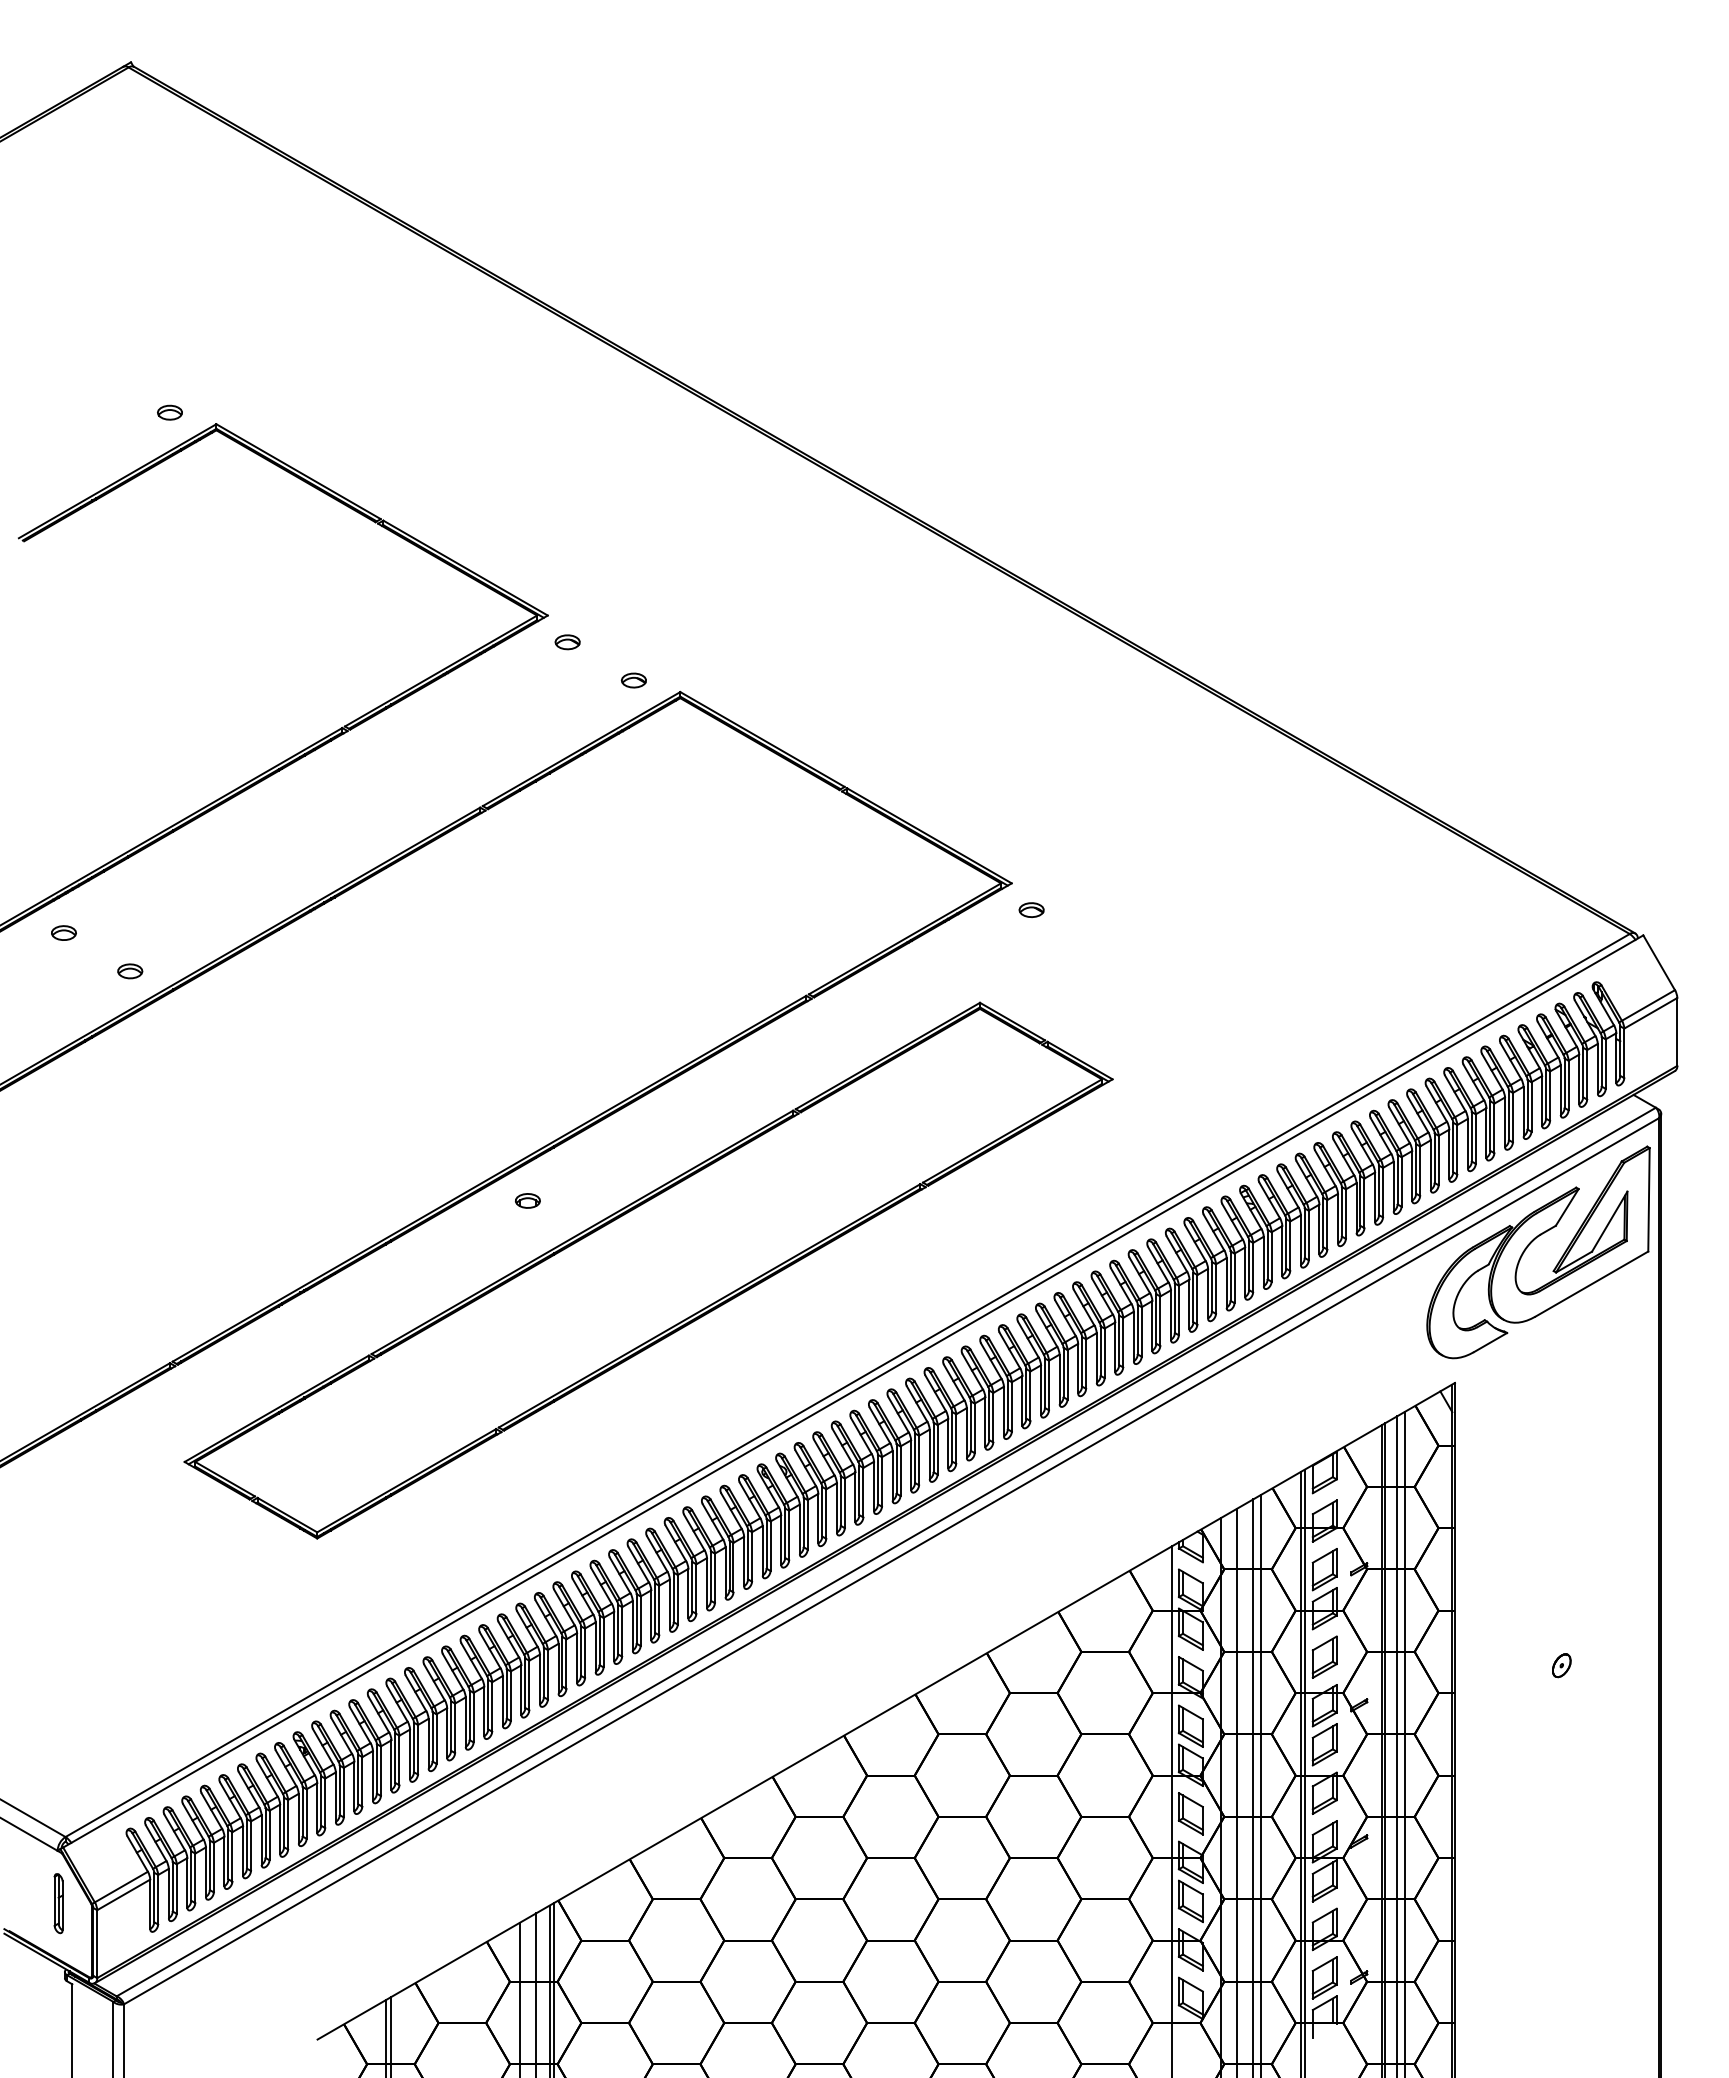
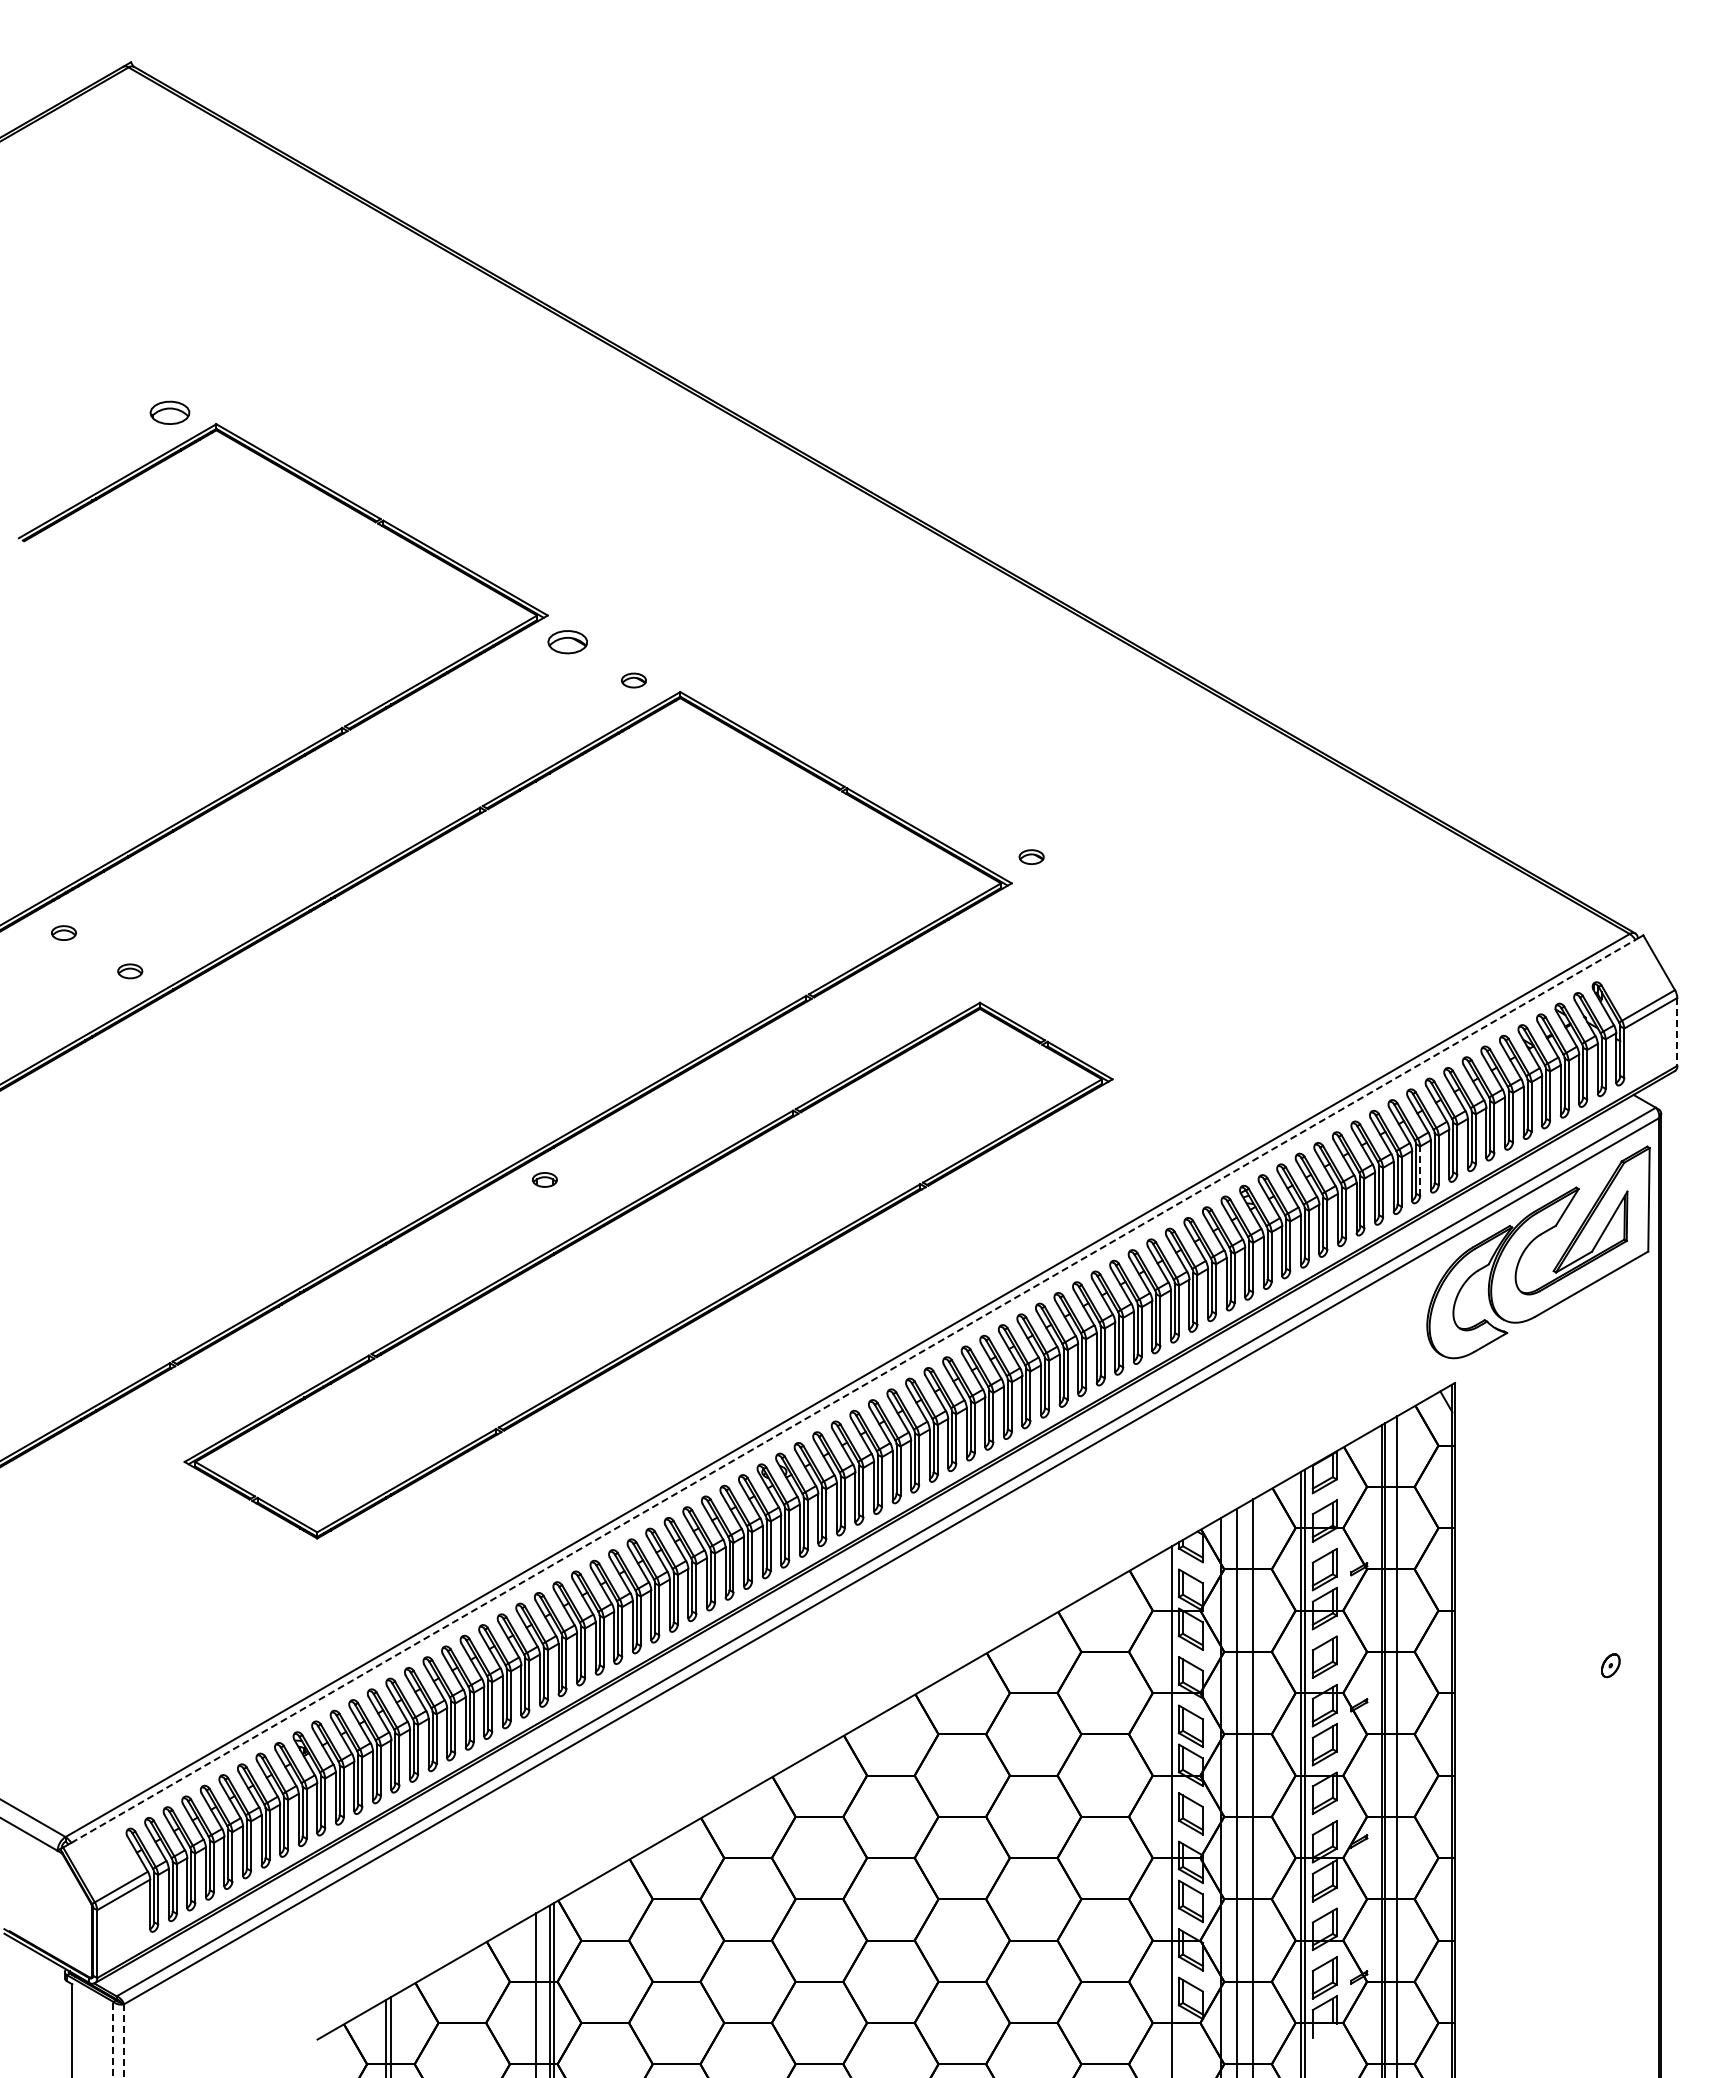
part at (169, 412) size: 26x17 px -> 42x25 px
part at (567, 642) size: 27x17 px -> 41x25 px
part at (1031, 909) position: (1031, 909) -> (1031, 856)
line at (1677, 1031): solid -> dashed
line at (1420, 1171): solid -> dashed
part at (527, 1200) position: (527, 1200) -> (544, 1179)
line at (853, 1391): solid -> dashed
part at (1561, 1665) position: (1561, 1665) -> (1610, 1665)
line at (1405, 1742): present -> none
line at (1261, 1784): present -> none
part at (58, 1903): present -> none
line at (520, 1998): present -> none
line at (113, 2039): solid -> dashed
line at (124, 2041): solid -> dashed
